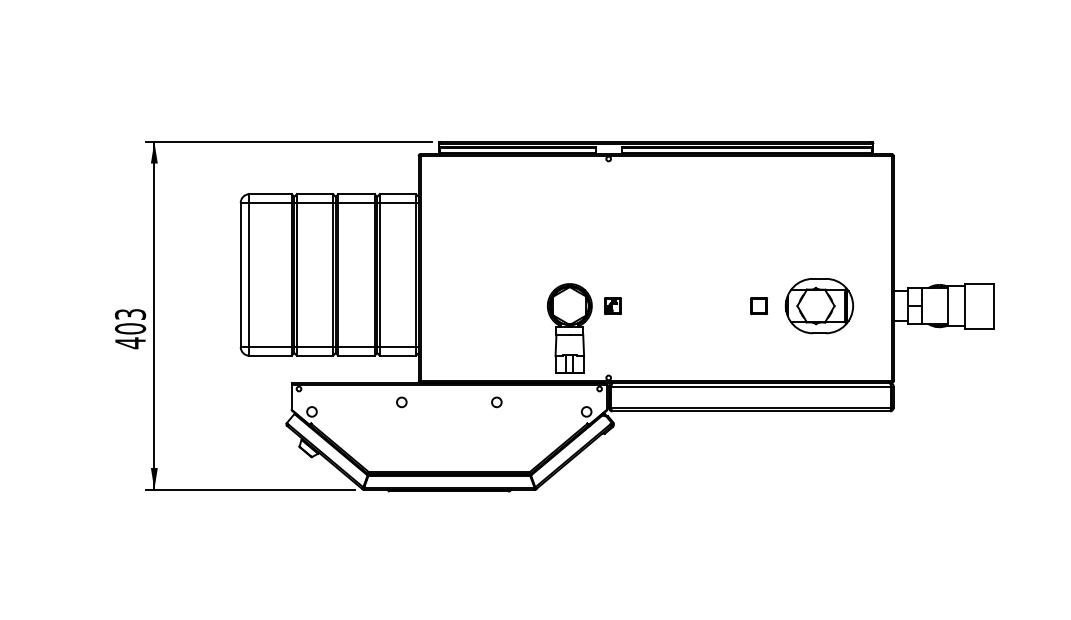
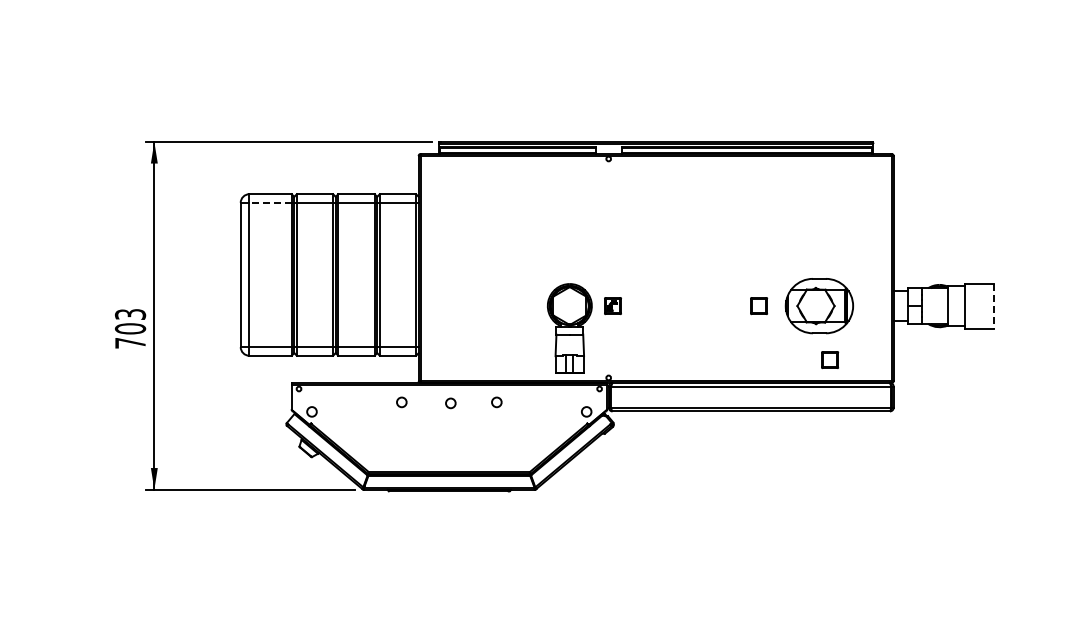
line at (270, 202): solid -> dashed
line at (993, 306): solid -> dashed
text at (130, 343): 403 -> 703
part at (830, 360): none -> present
circle at (450, 403): none -> present
